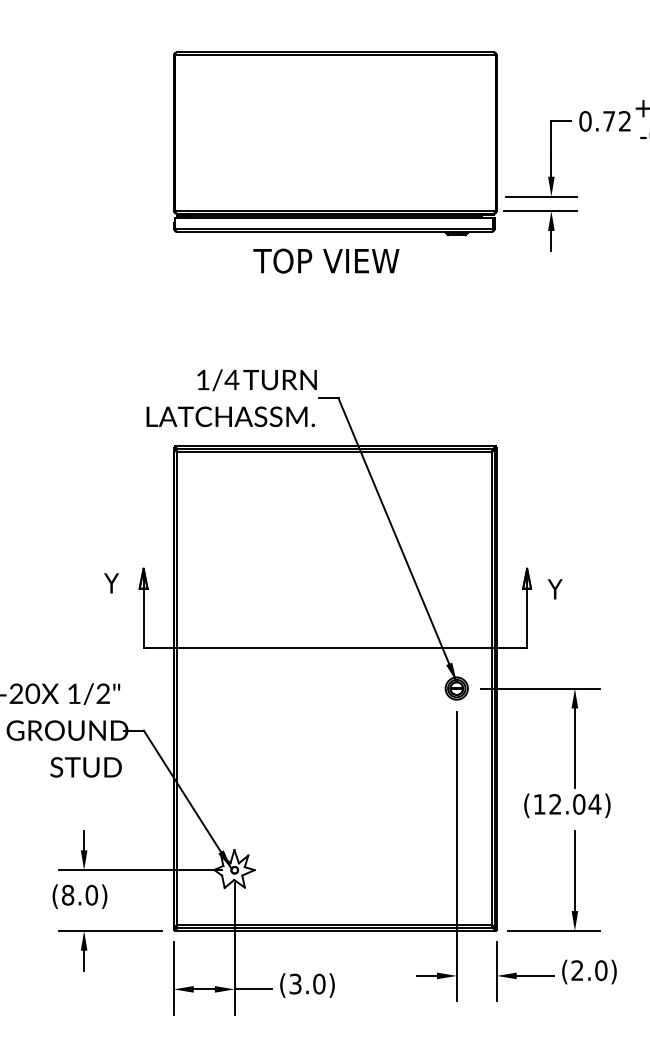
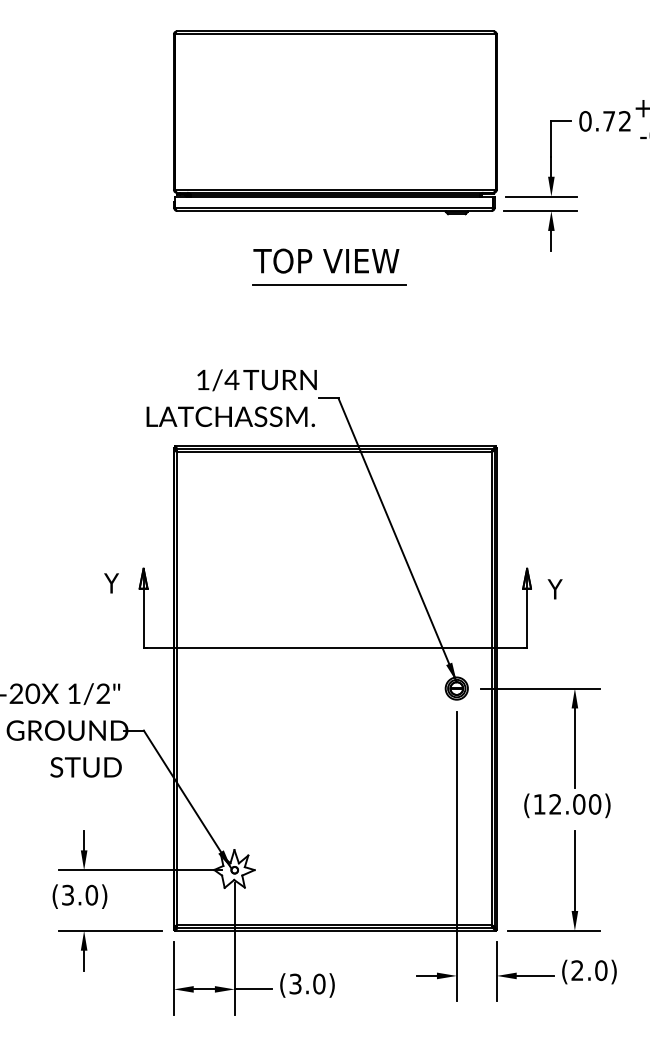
part at (335, 143) position: (335, 143) -> (335, 122)
line at (329, 285): none -> present
text at (594, 804): (12.04) -> (12.00)
text at (68, 894): (8.0) -> (3.0)
